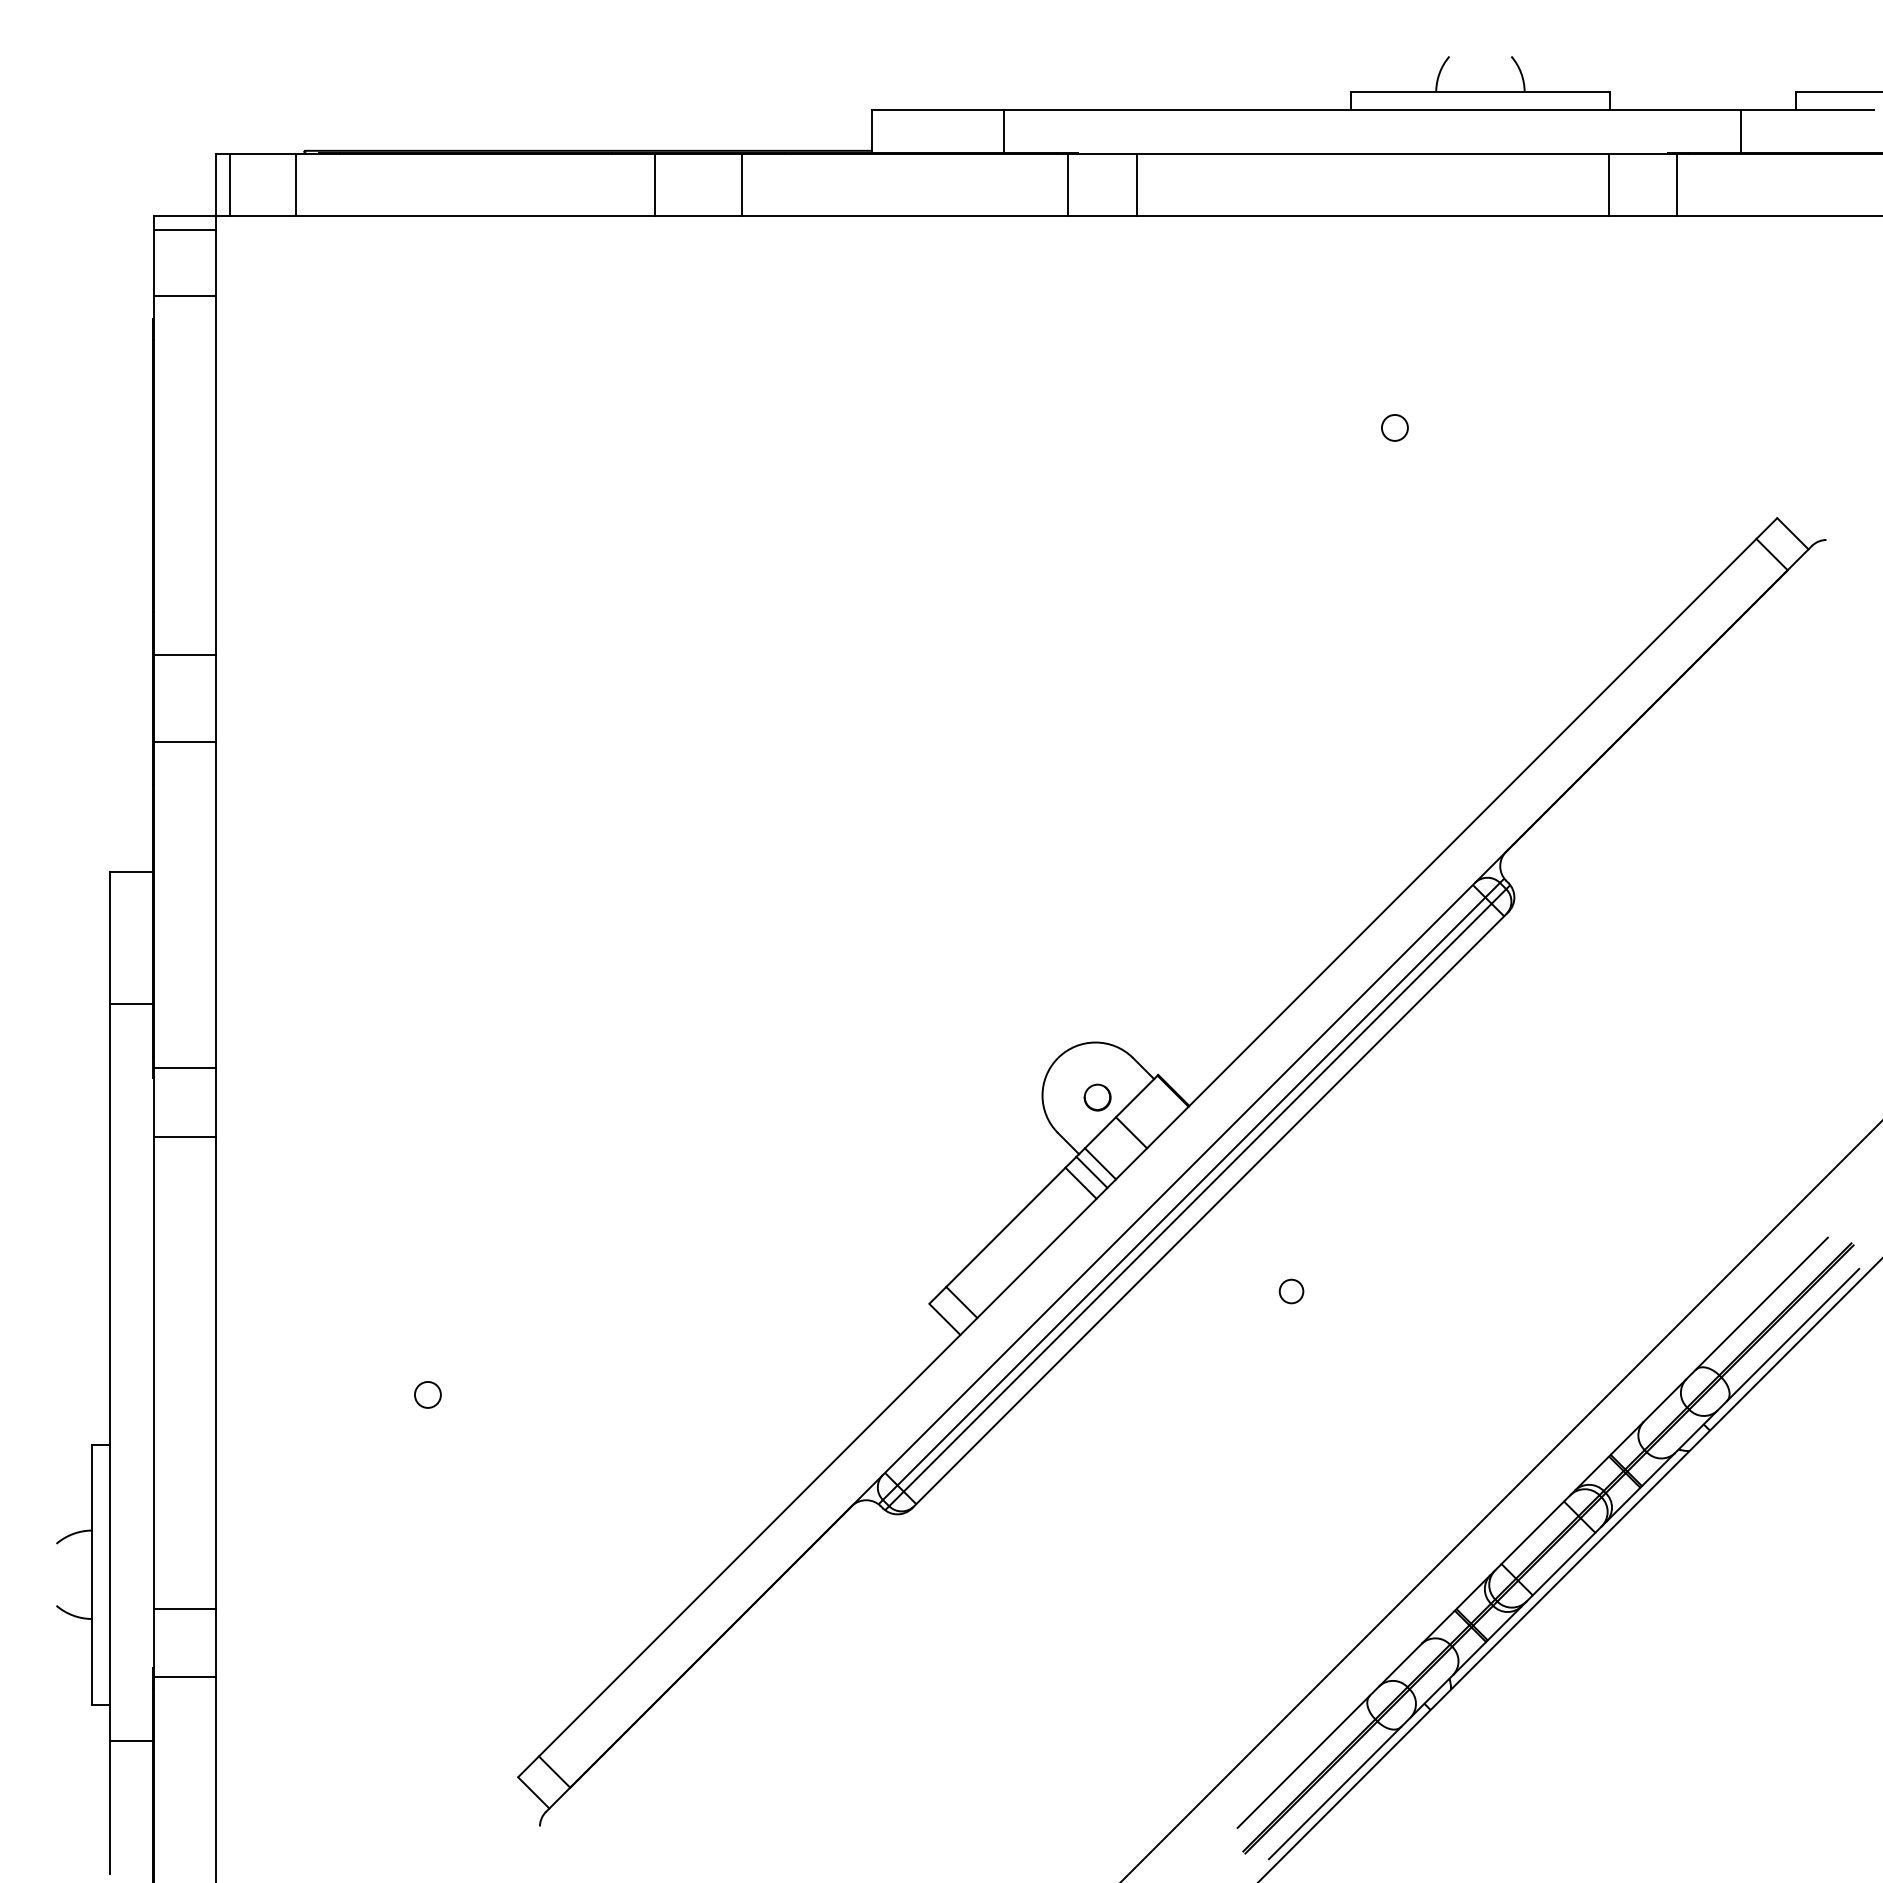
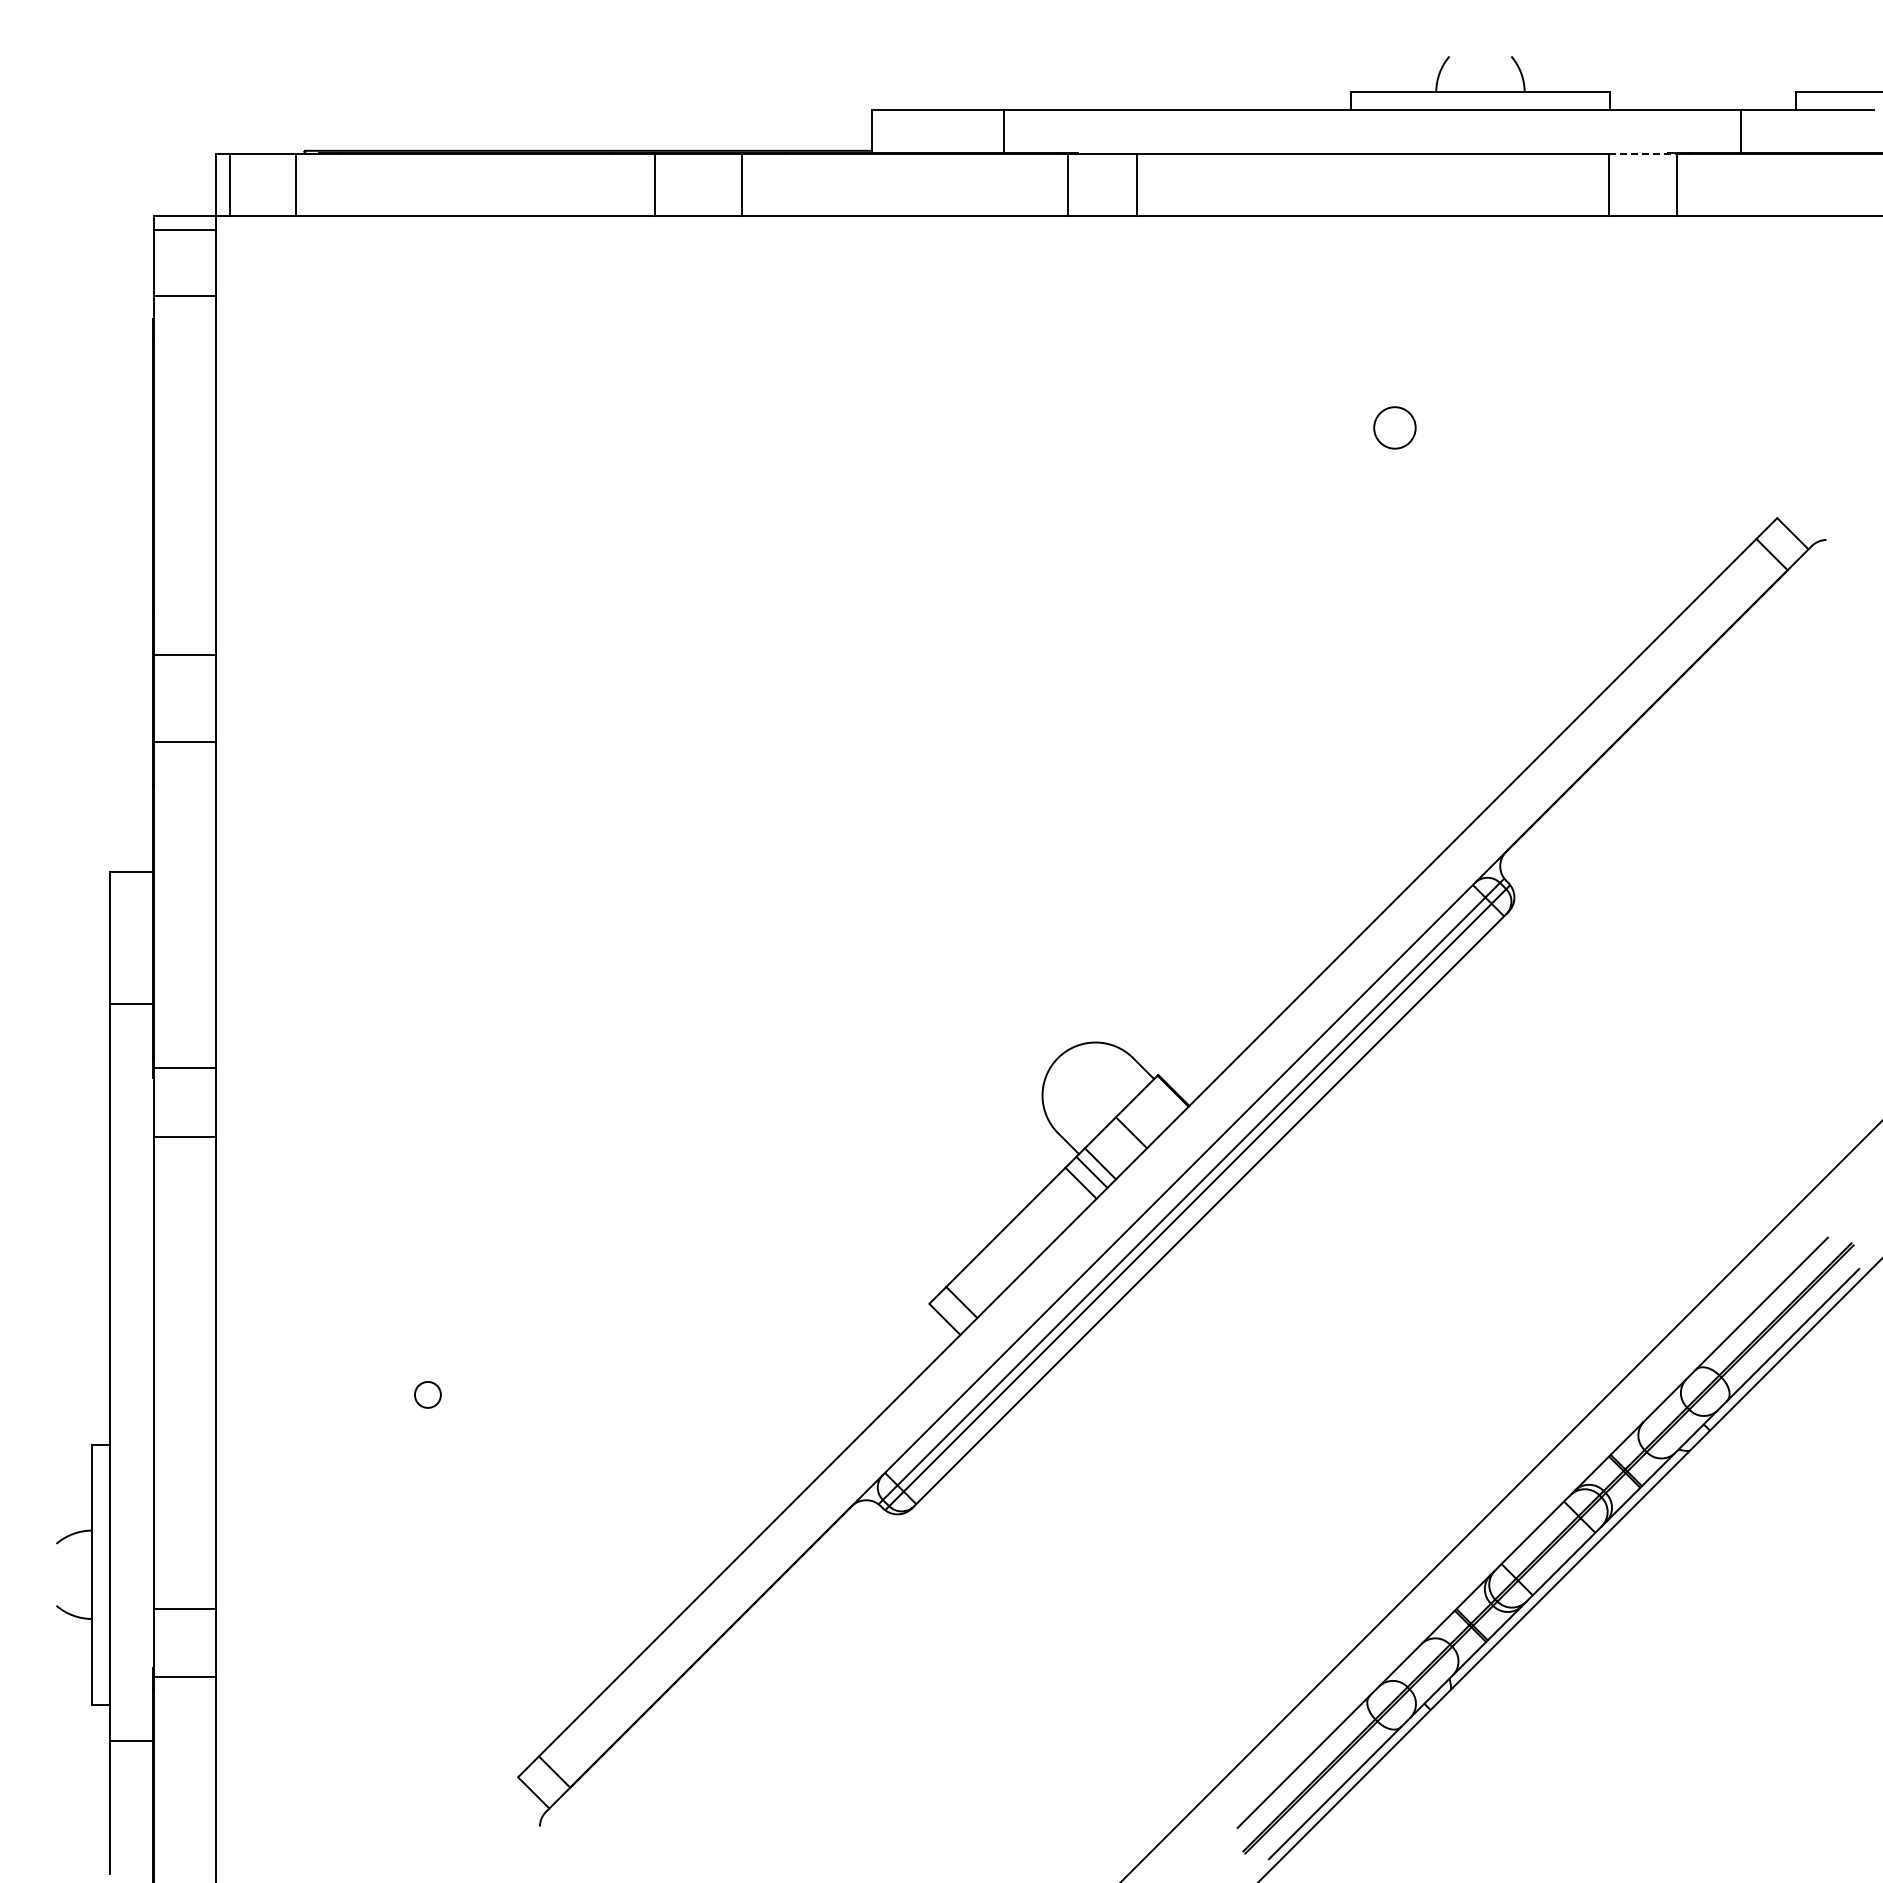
line at (1643, 153): solid -> dashed
circle at (1394, 427) diameter: 26 px -> 42 px
part at (1097, 1097): present -> none
circle at (1291, 1291): present -> none
